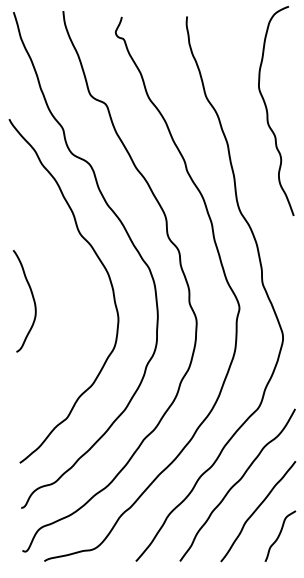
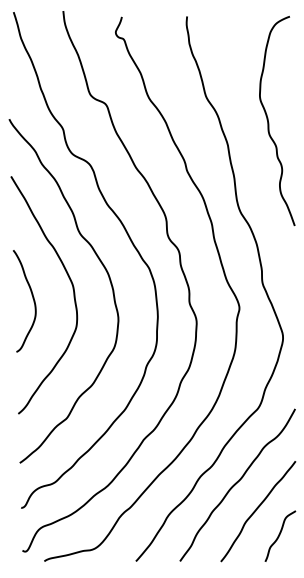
curve at (268, 112) position: (268, 112) -> (269, 122)
curve at (72, 289): none -> present
